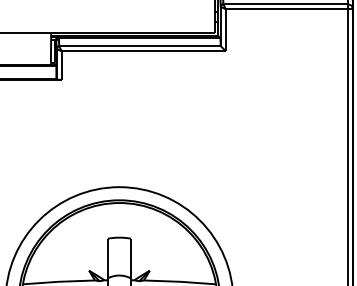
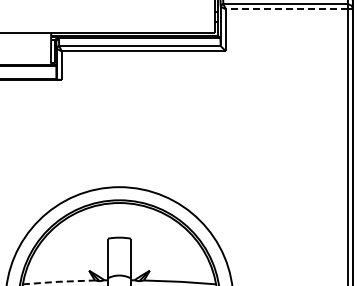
line at (286, 9): solid -> dashed
line at (58, 281): solid -> dashed
